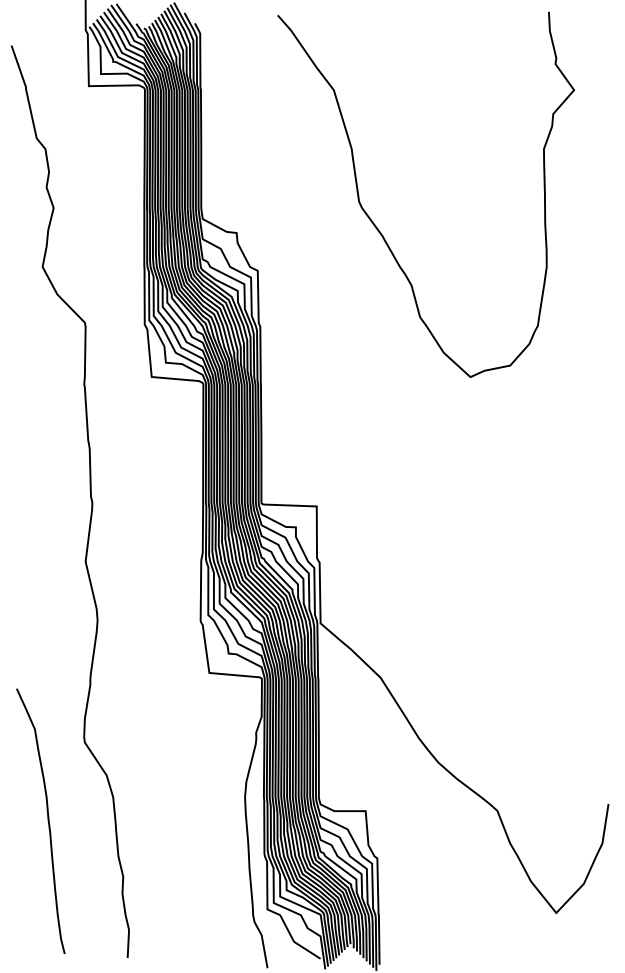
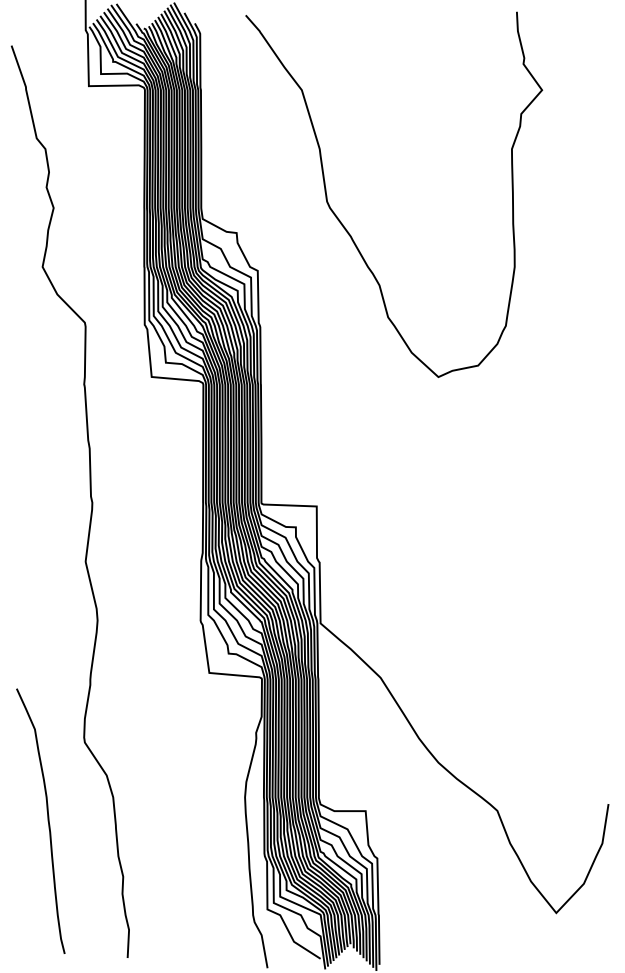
curve at (378, 228) position: (378, 228) -> (346, 228)
